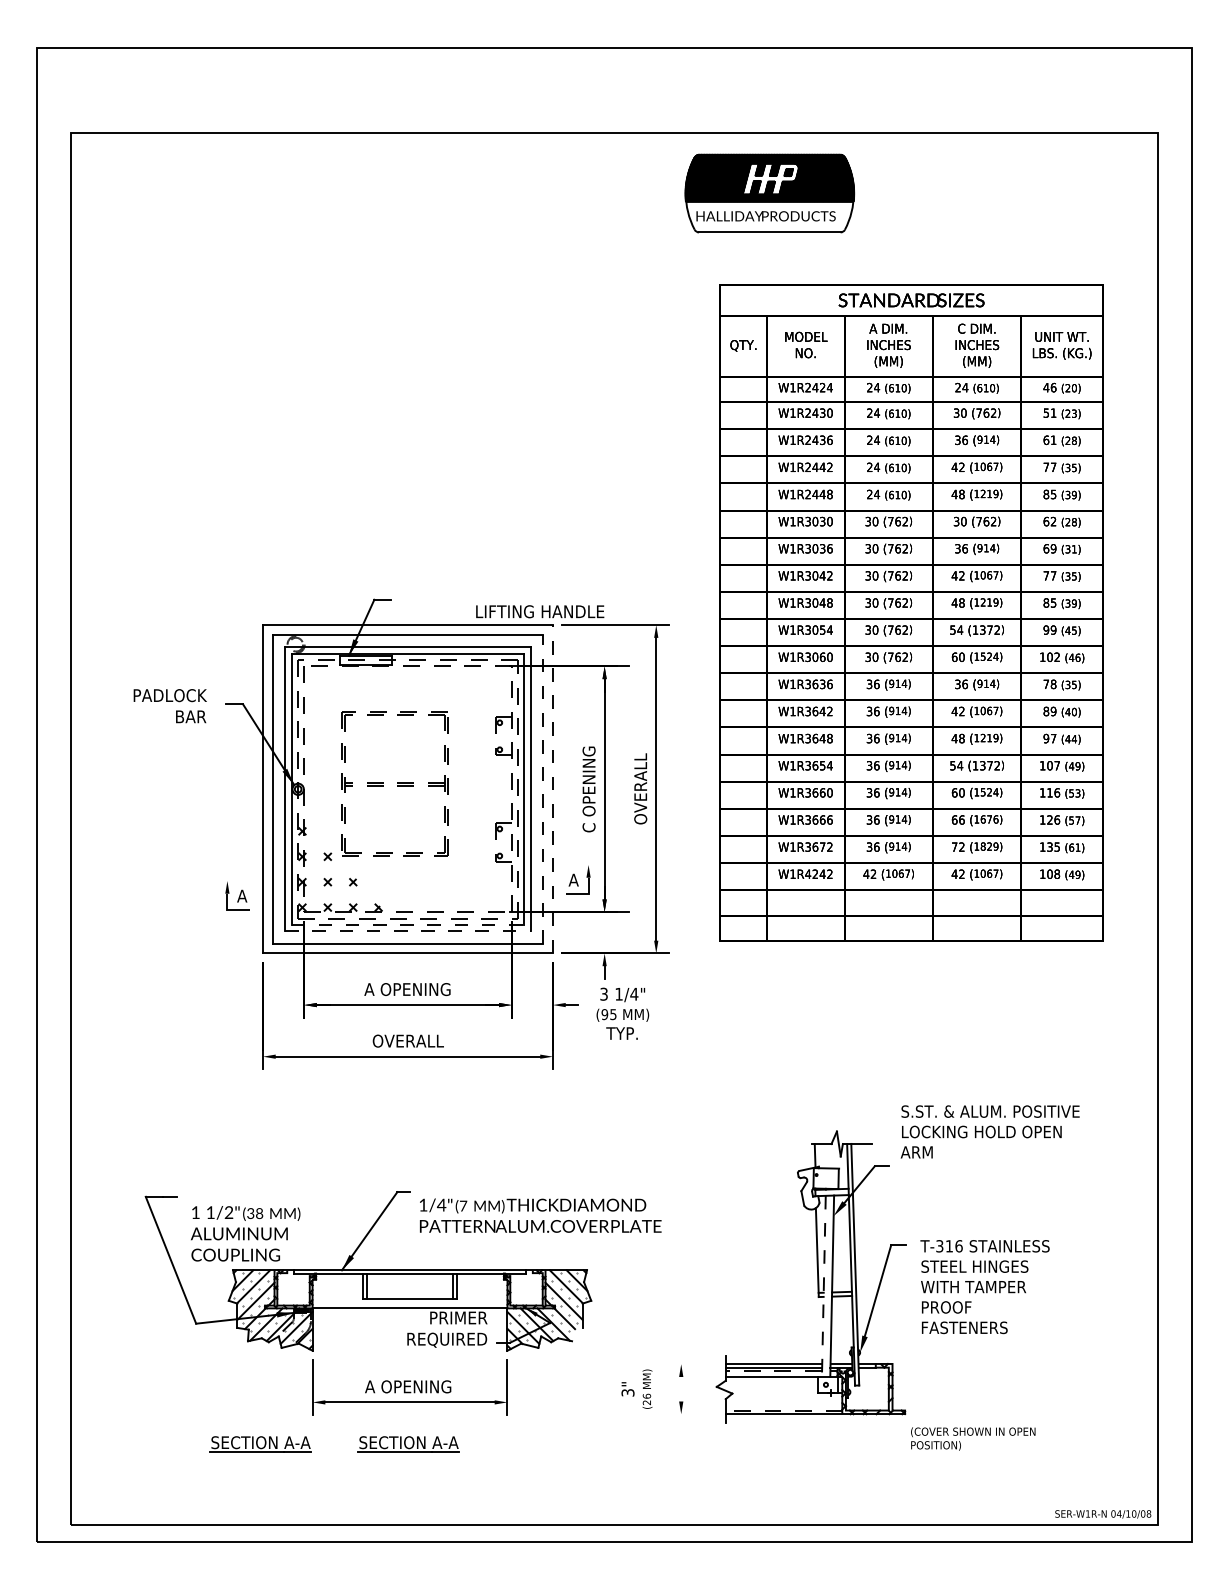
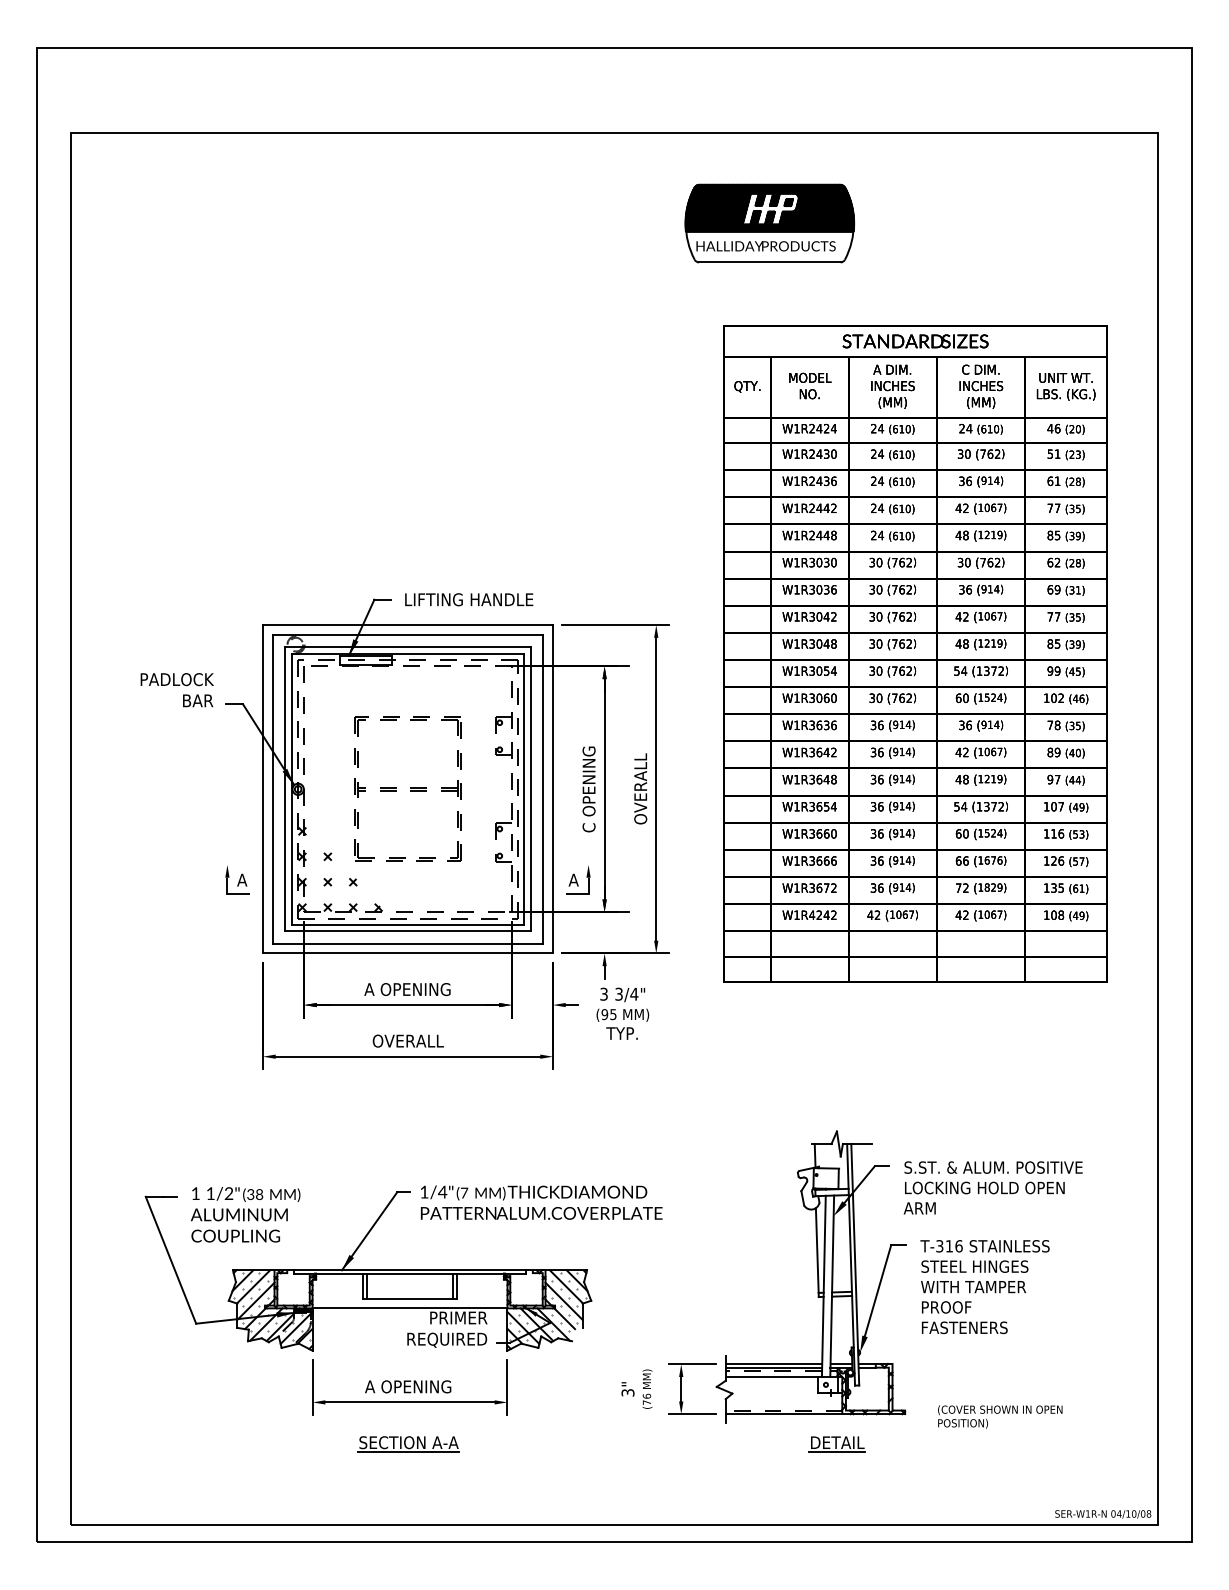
part at (769, 193) position: (769, 193) -> (769, 223)
text at (540, 611) position: (540, 611) -> (469, 599)
part at (911, 612) position: (911, 612) -> (915, 653)
text at (169, 706) position: (169, 706) -> (176, 690)
part at (394, 783) position: (394, 783) -> (407, 788)
line at (553, 788): dashed -> solid
line at (543, 789): dashed -> solid
part at (237, 895) position: (237, 895) -> (237, 879)
line at (408, 924): dashed -> solid
line at (408, 931): dashed -> solid
text at (618, 993): 1/4" -> 3/4"
text at (989, 1131) position: (989, 1131) -> (992, 1187)
text at (540, 1215) position: (540, 1215) -> (541, 1202)
text at (245, 1233) position: (245, 1233) -> (245, 1214)
line at (823, 1286): dashed -> solid
line at (692, 1364): none -> present
line at (681, 1388): none -> present
text at (646, 1402): (26 -> (76
line at (692, 1414): none -> present
text at (973, 1438) position: (973, 1438) -> (1000, 1416)
part at (260, 1444): present -> none
part at (836, 1444): none -> present
